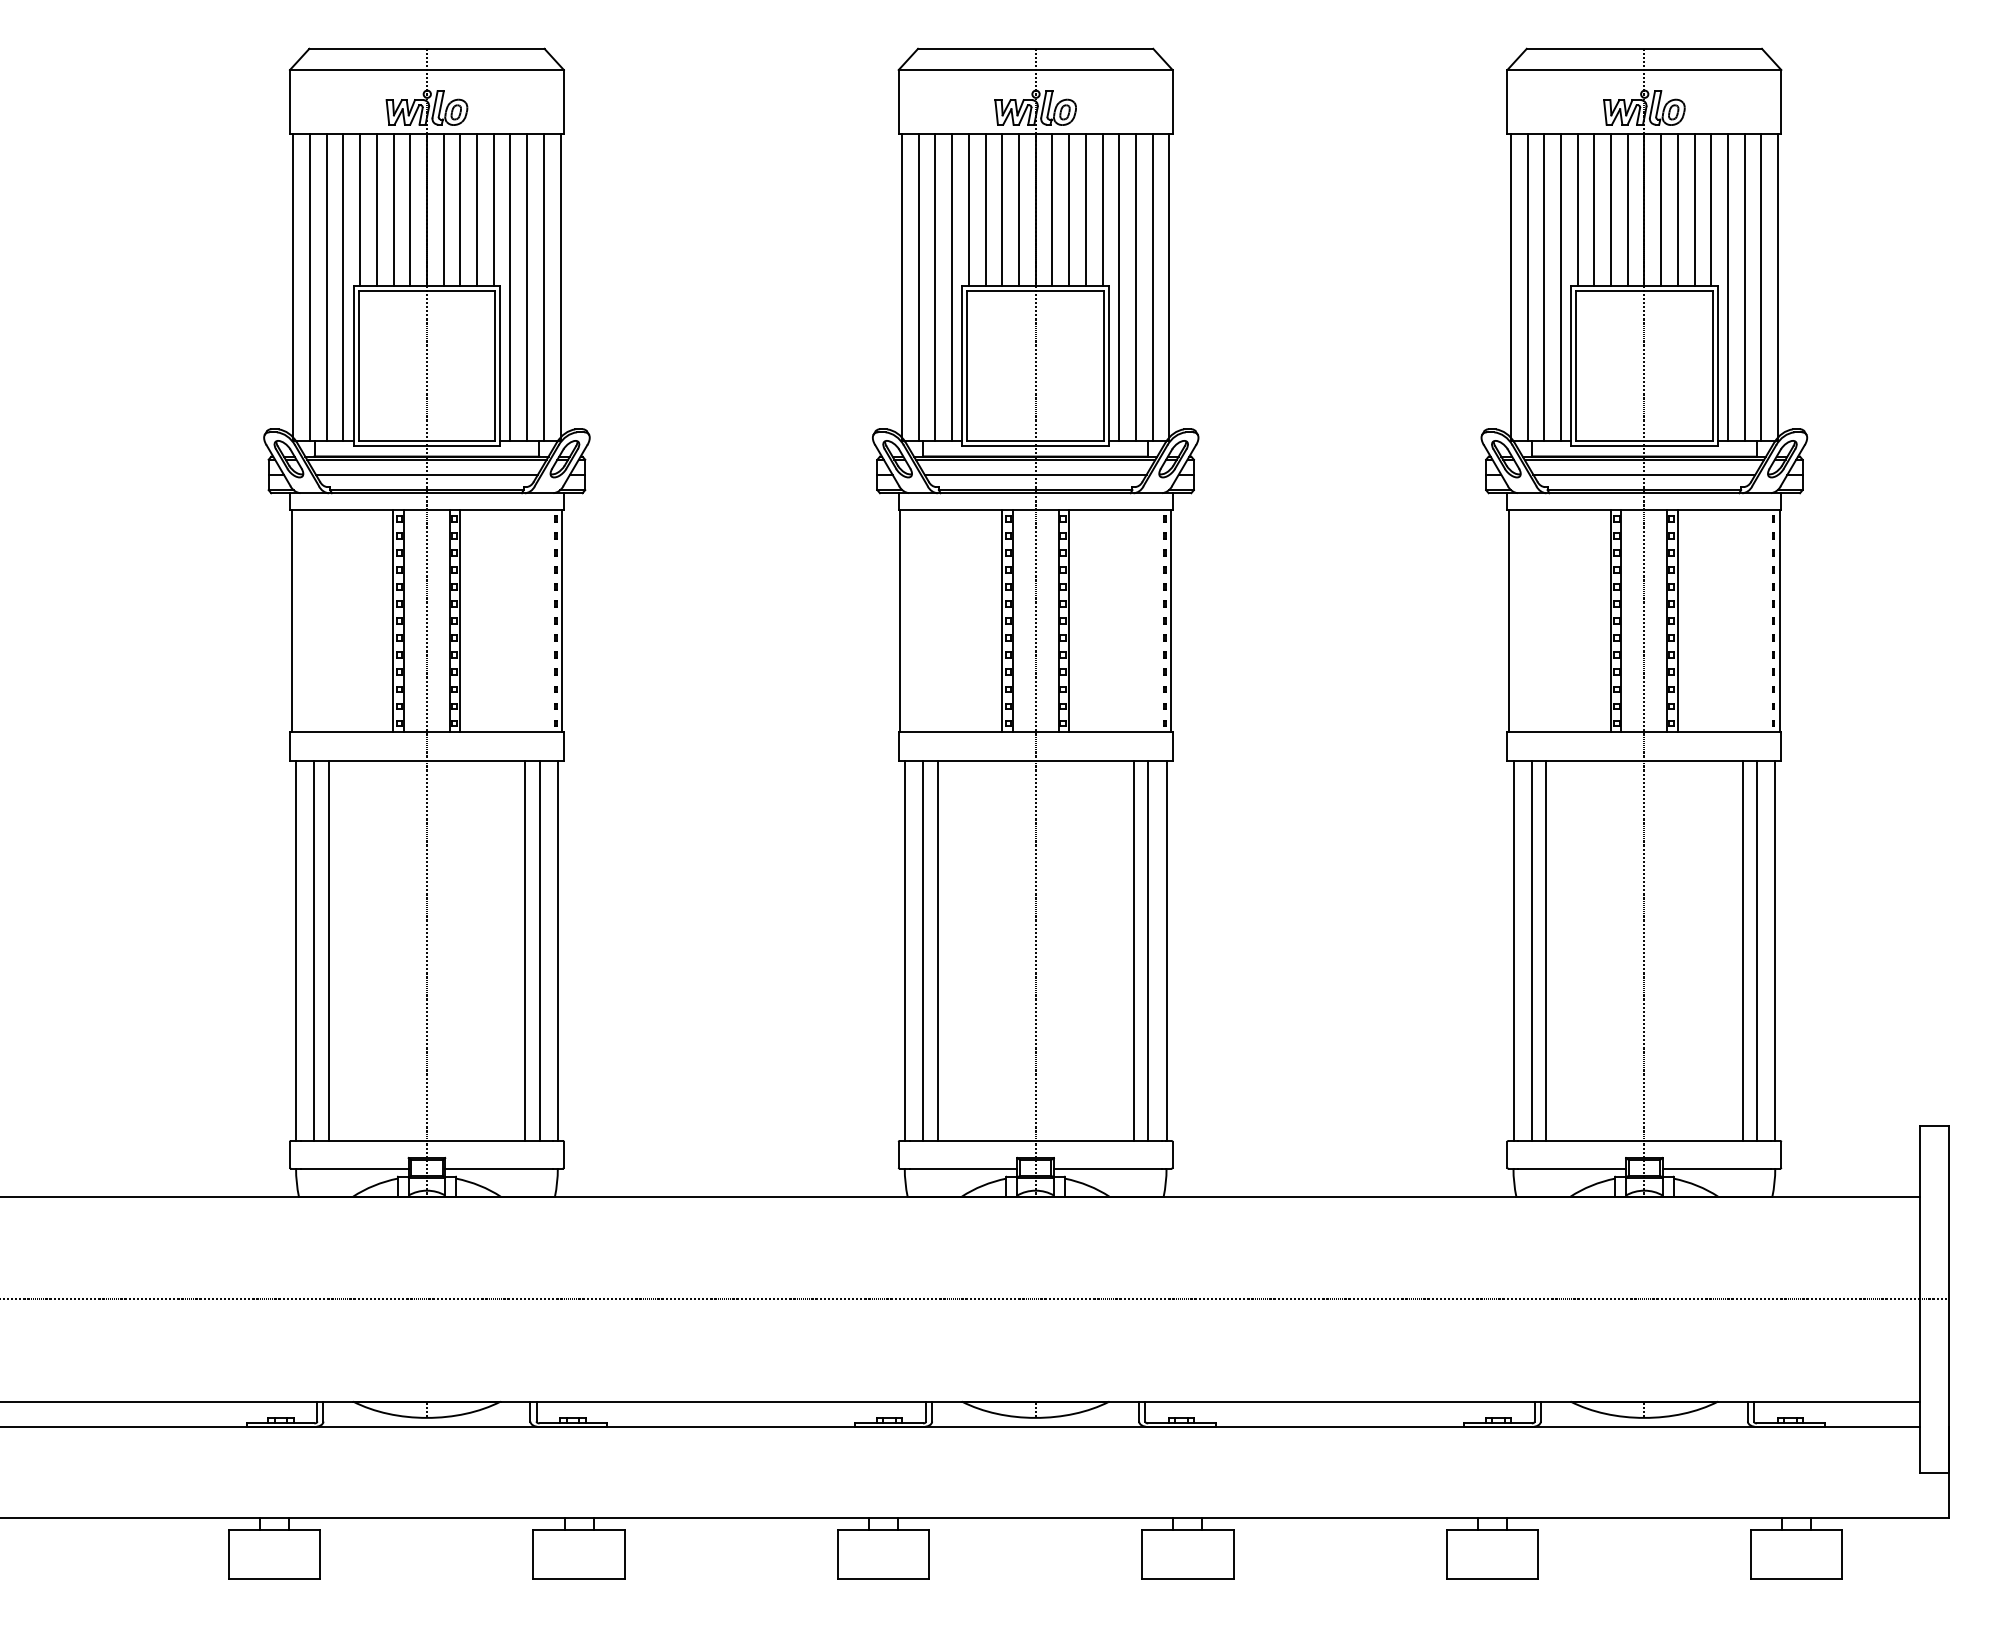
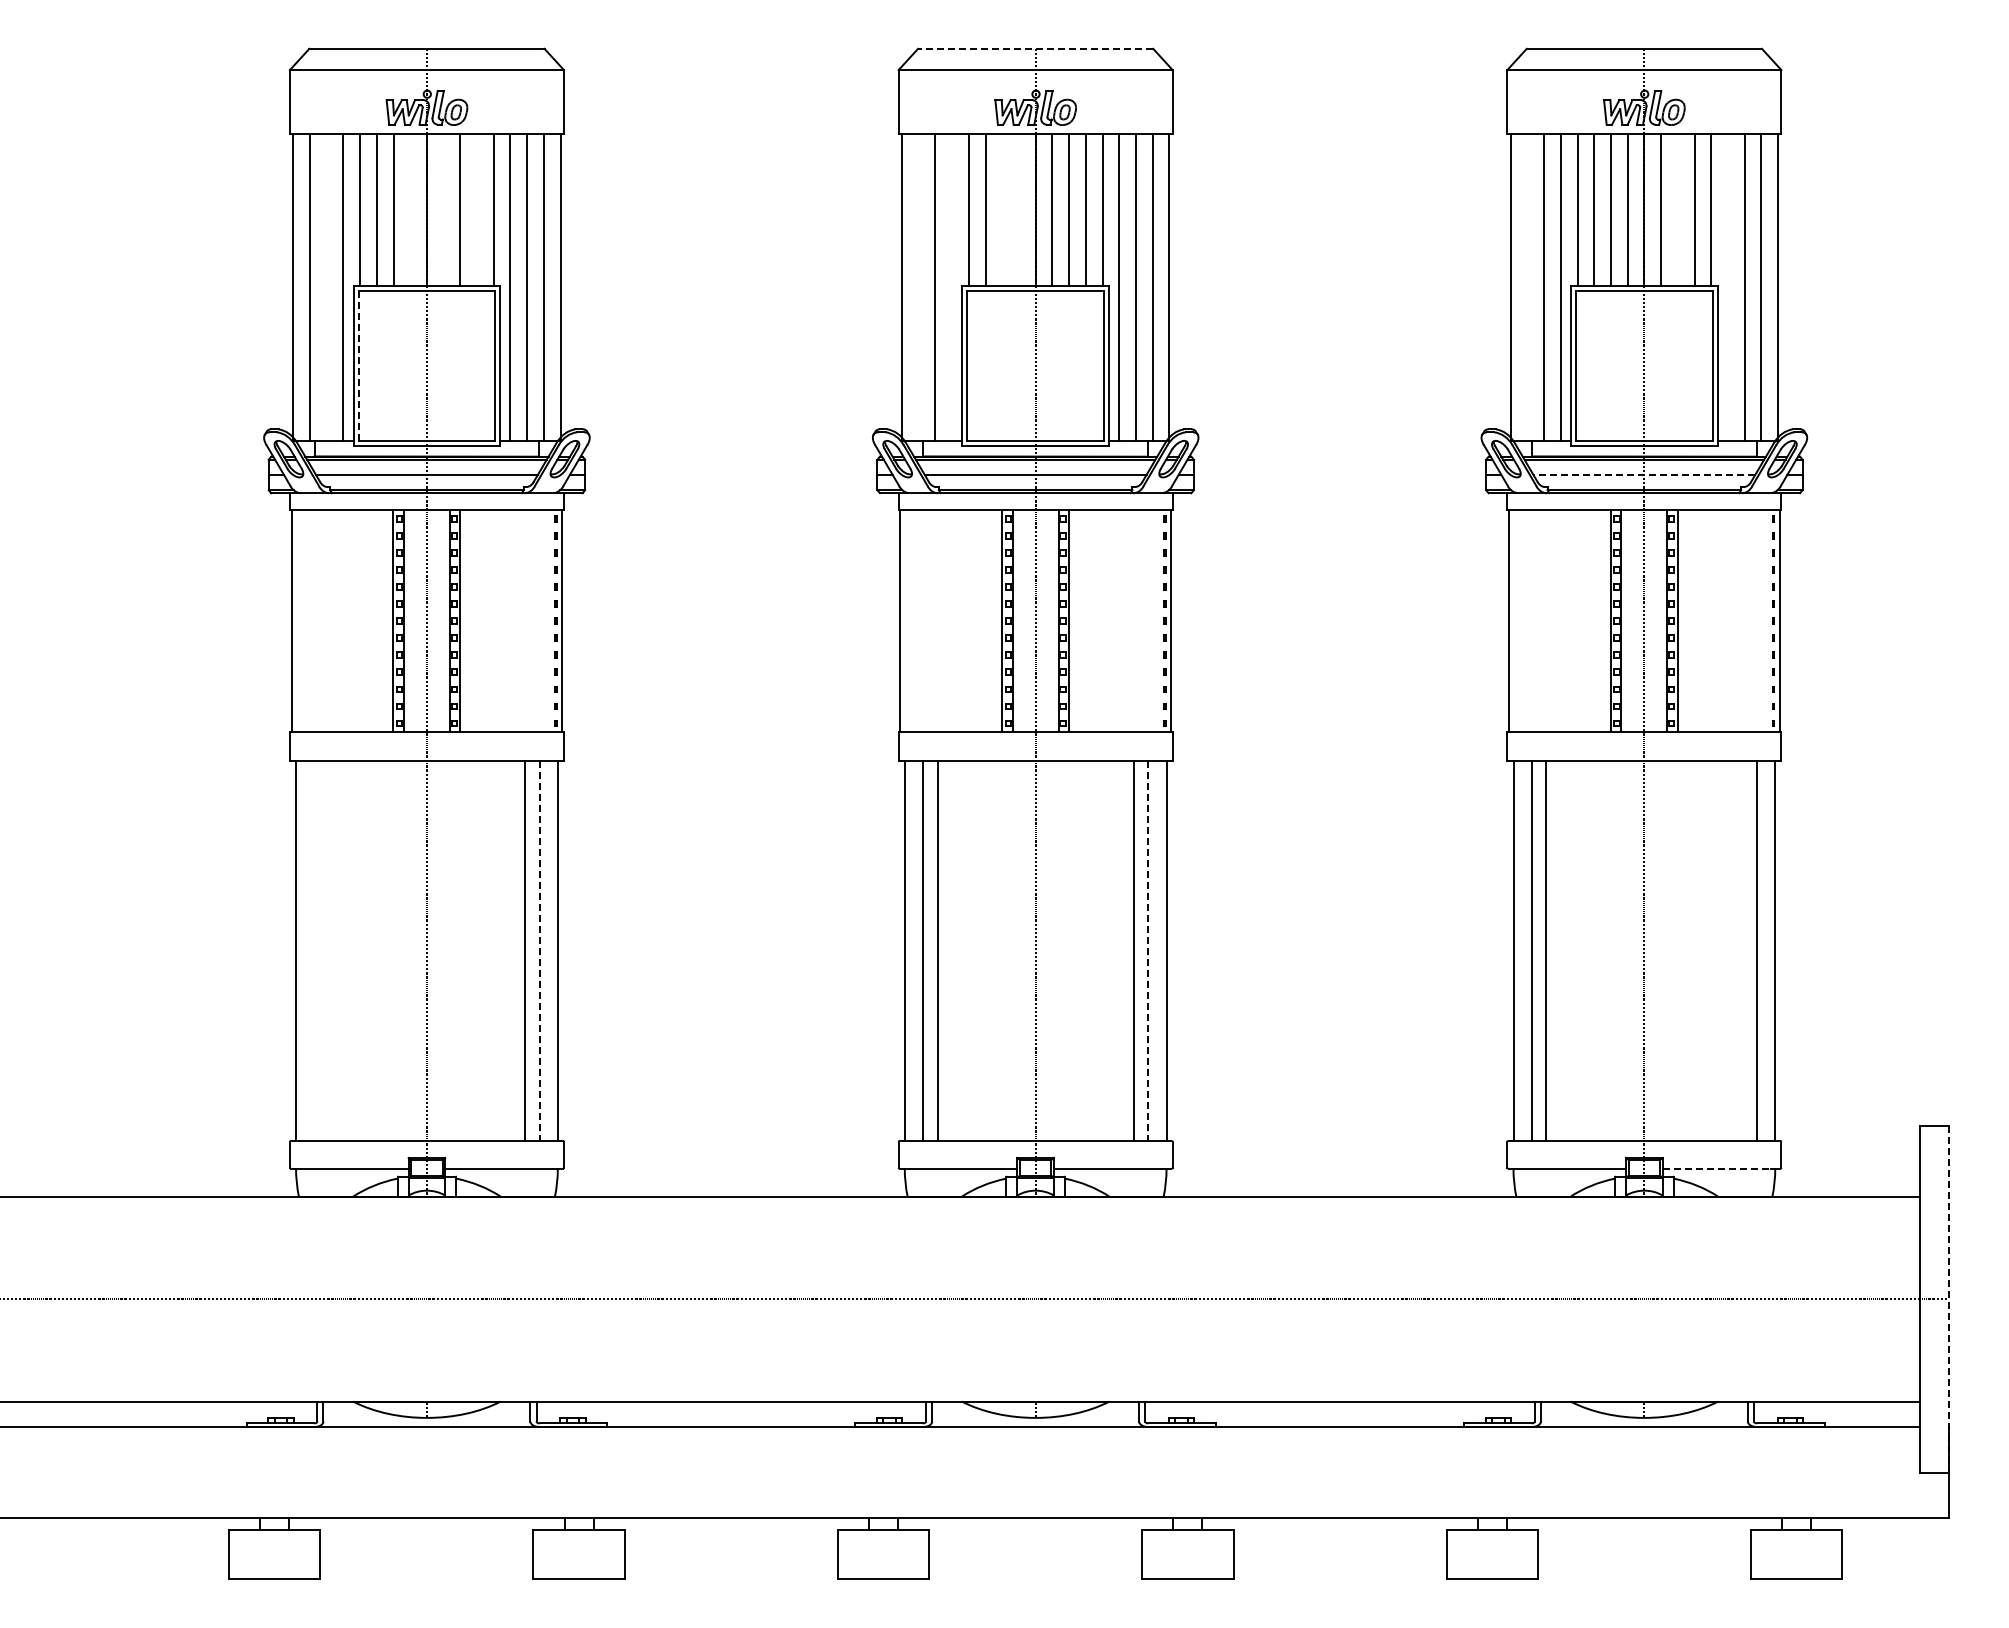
line at (1035, 48): solid -> dashed
line at (410, 209): present -> none
line at (443, 209): present -> none
line at (477, 209): present -> none
line at (1002, 209): present -> none
line at (1018, 209): present -> none
line at (1677, 209): present -> none
line at (326, 286): present -> none
line at (918, 286): present -> none
line at (952, 286): present -> none
line at (1527, 286): present -> none
line at (1727, 286): present -> none
line at (358, 365): solid -> dashed
line at (1644, 474): solid -> dashed
line at (314, 950): present -> none
line at (328, 950): present -> none
line at (1742, 950): present -> none
line at (539, 951): solid -> dashed
line at (1148, 951): solid -> dashed
line at (1716, 1168): solid -> dashed
line at (1948, 1299): solid -> dashed
